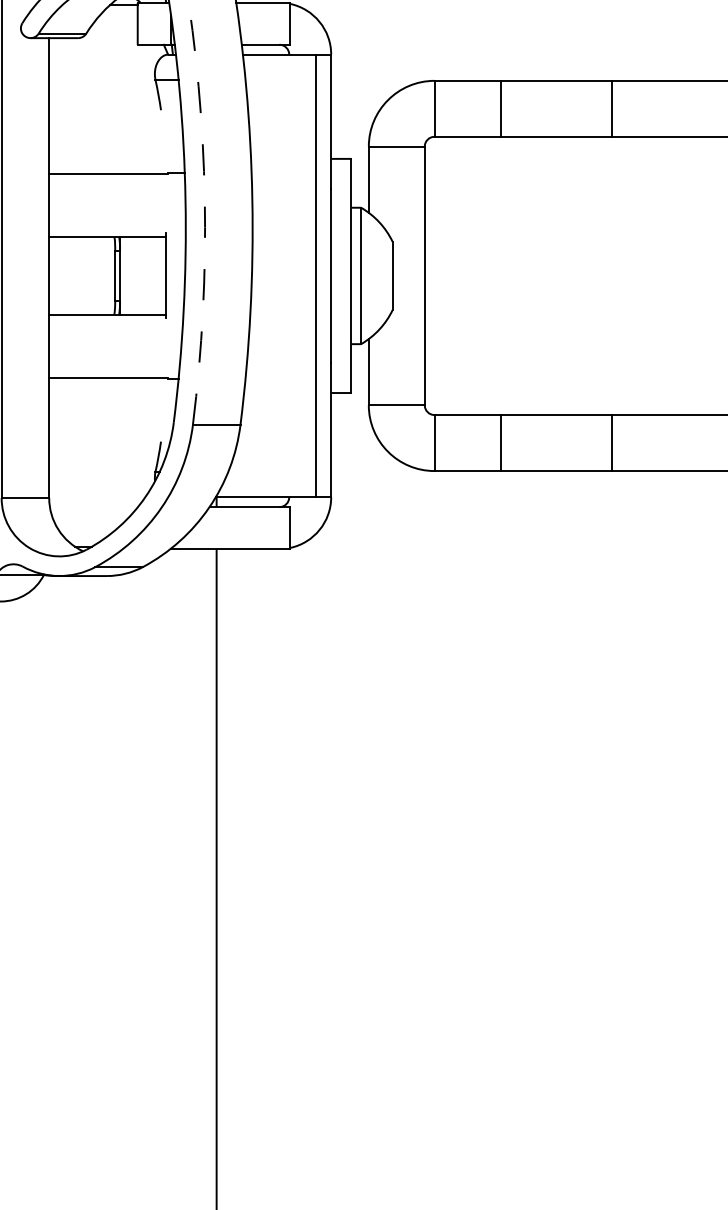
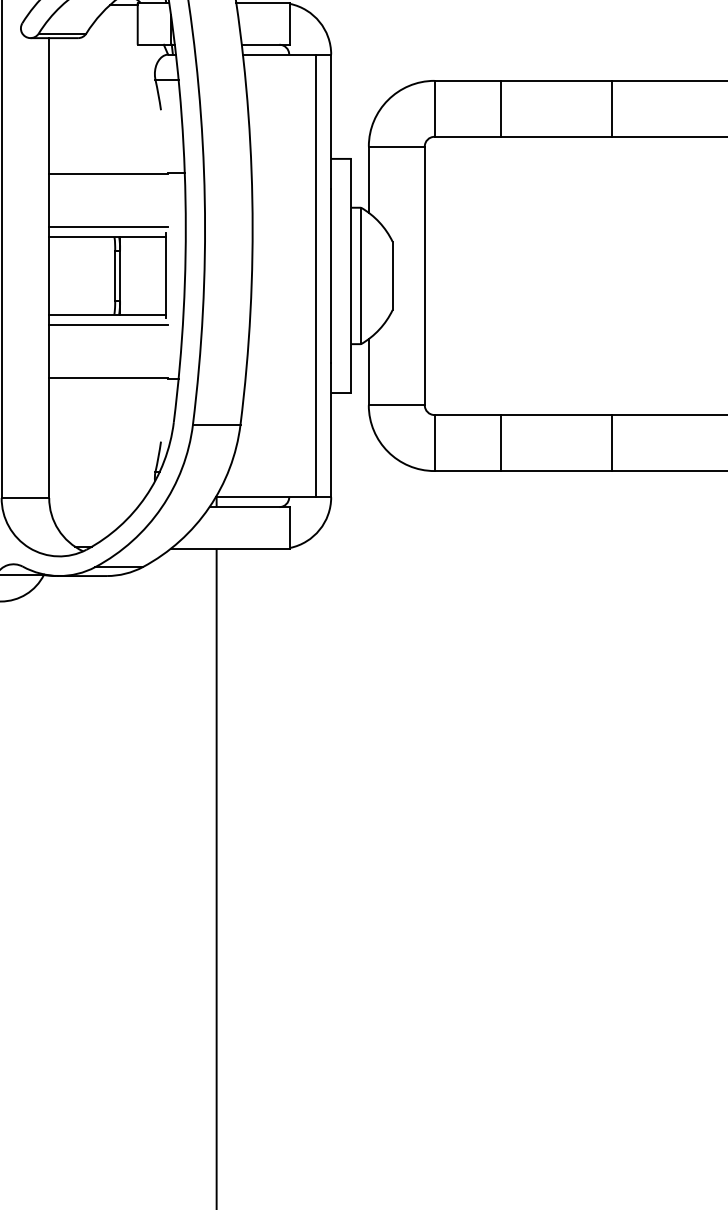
arc at (204, 211): dashed -> solid
line at (108, 227): none -> present
line at (108, 324): none -> present
